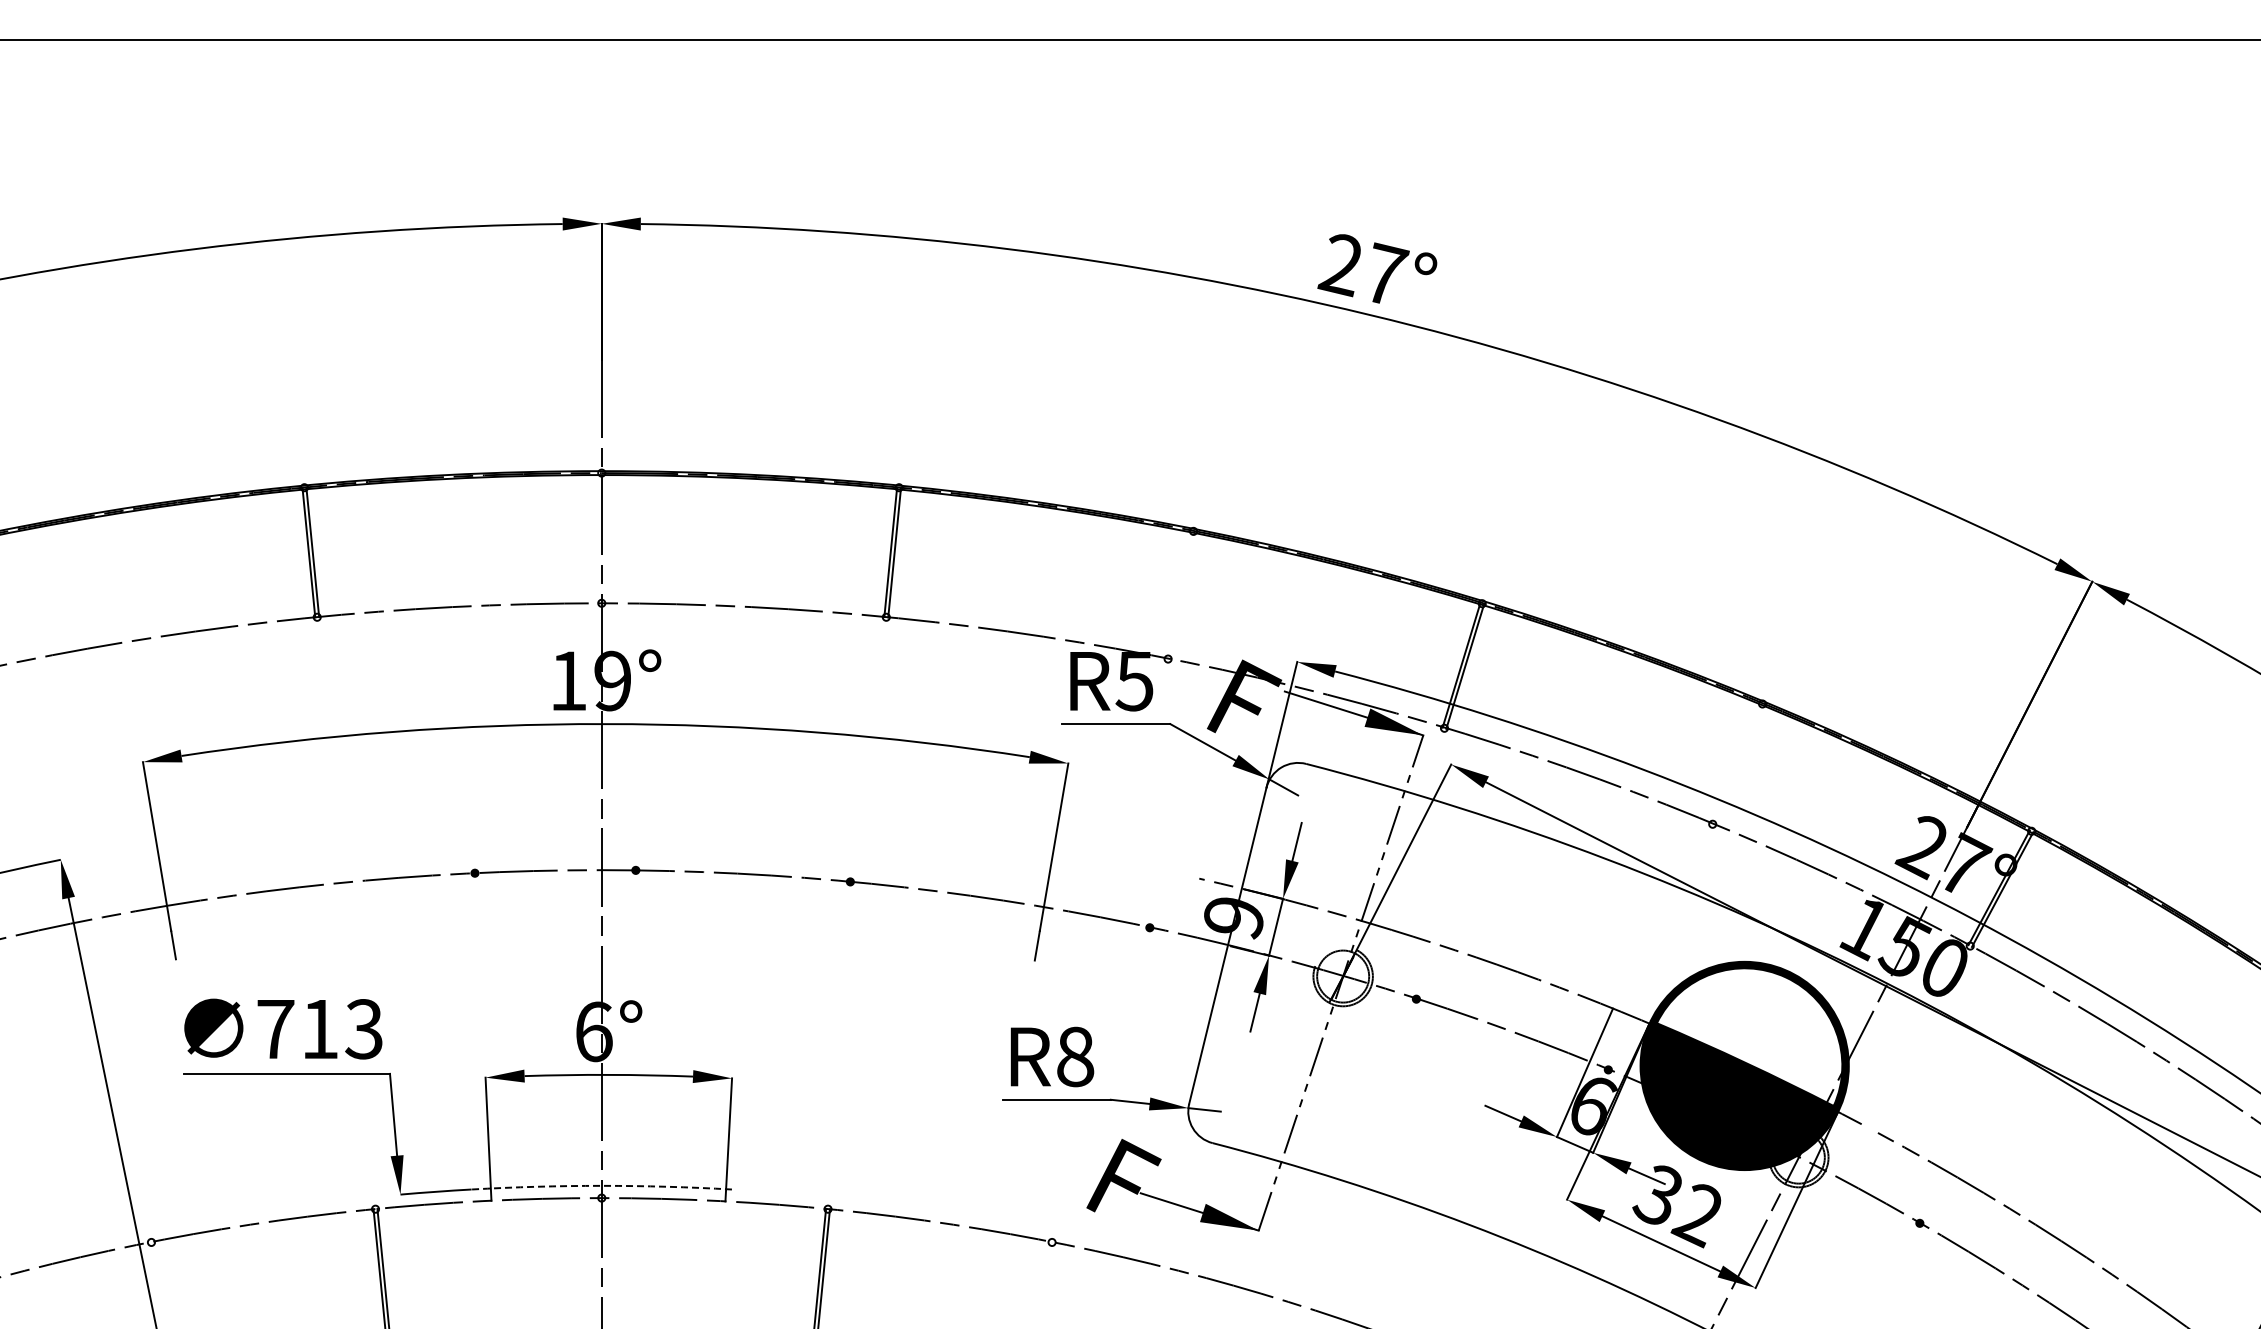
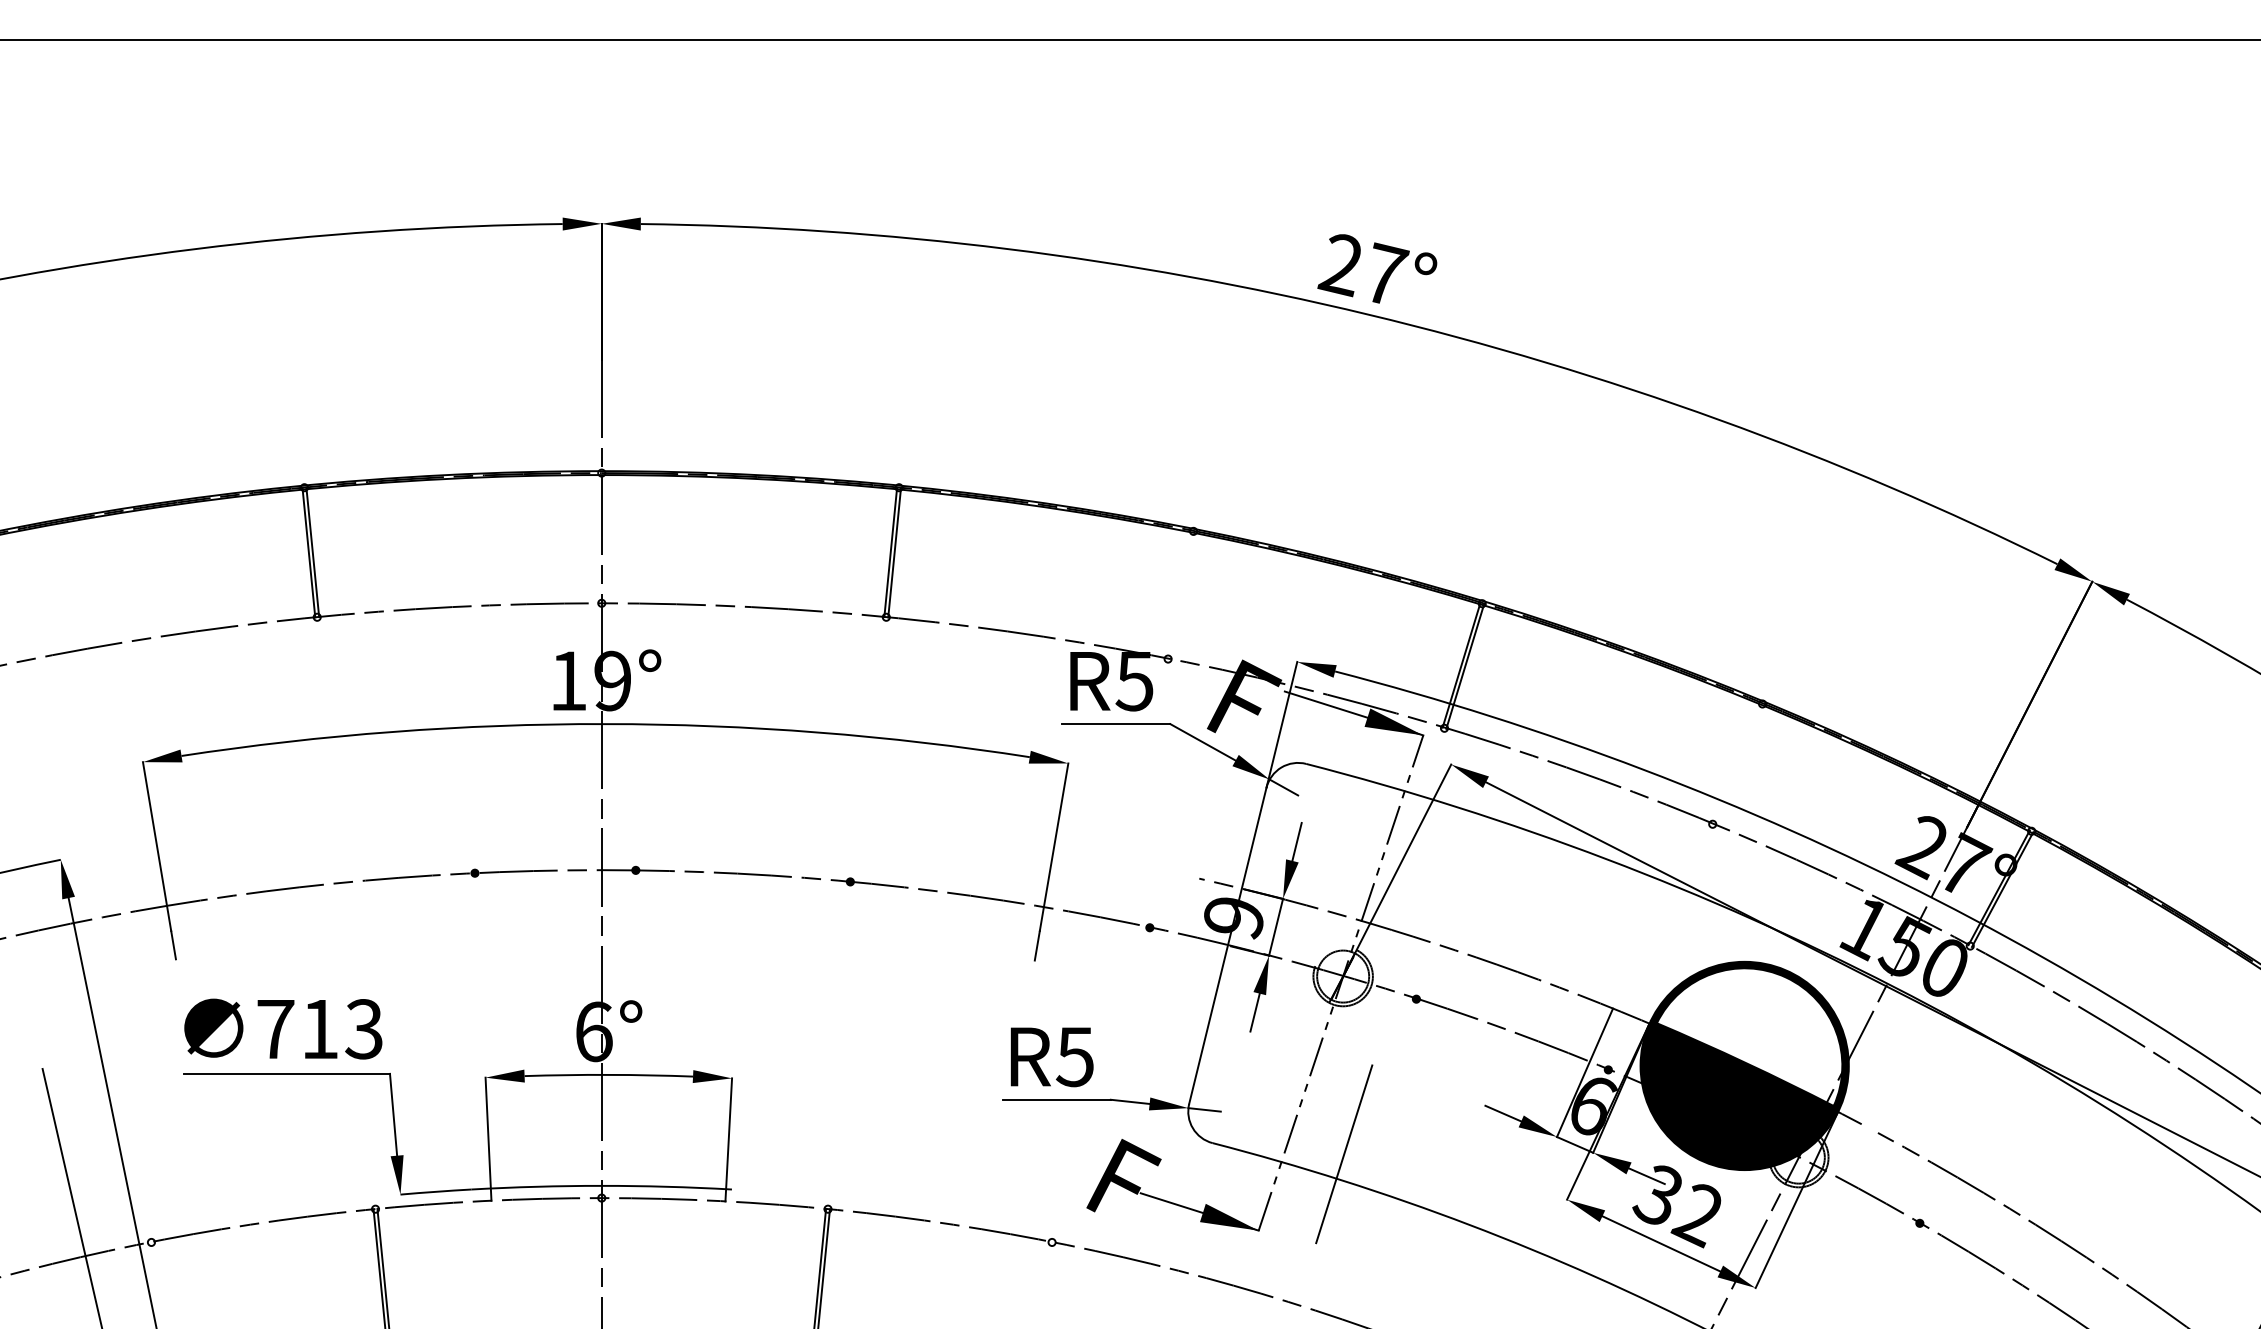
text at (1074, 1056): R8 -> R5
line at (1344, 1154): none -> present
arc at (601, 1185): dashed -> solid
line at (71, 1196): none -> present
